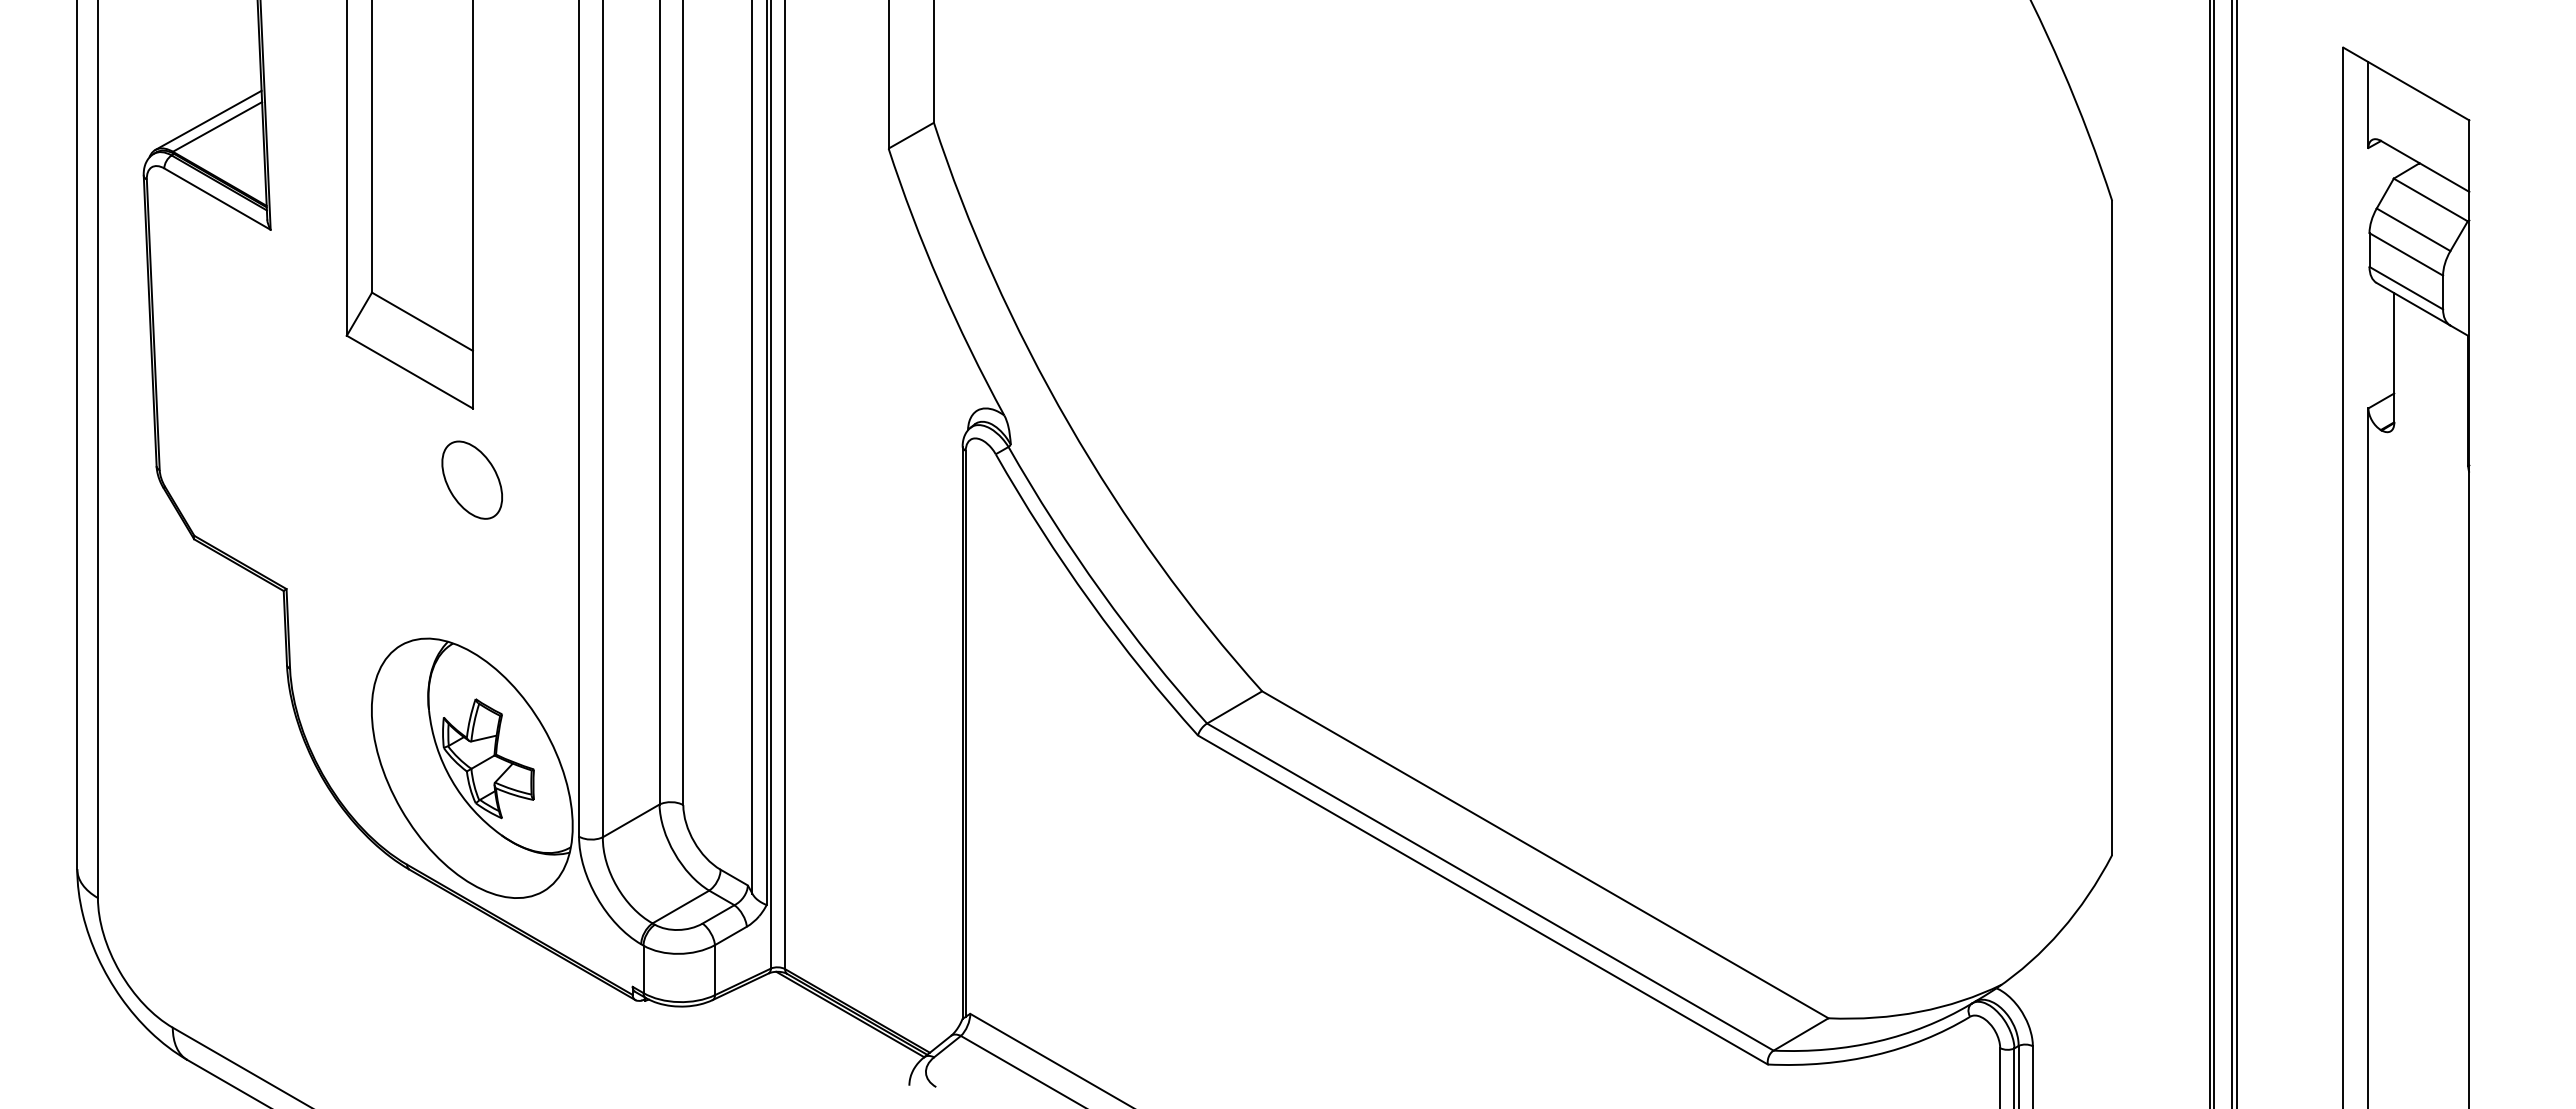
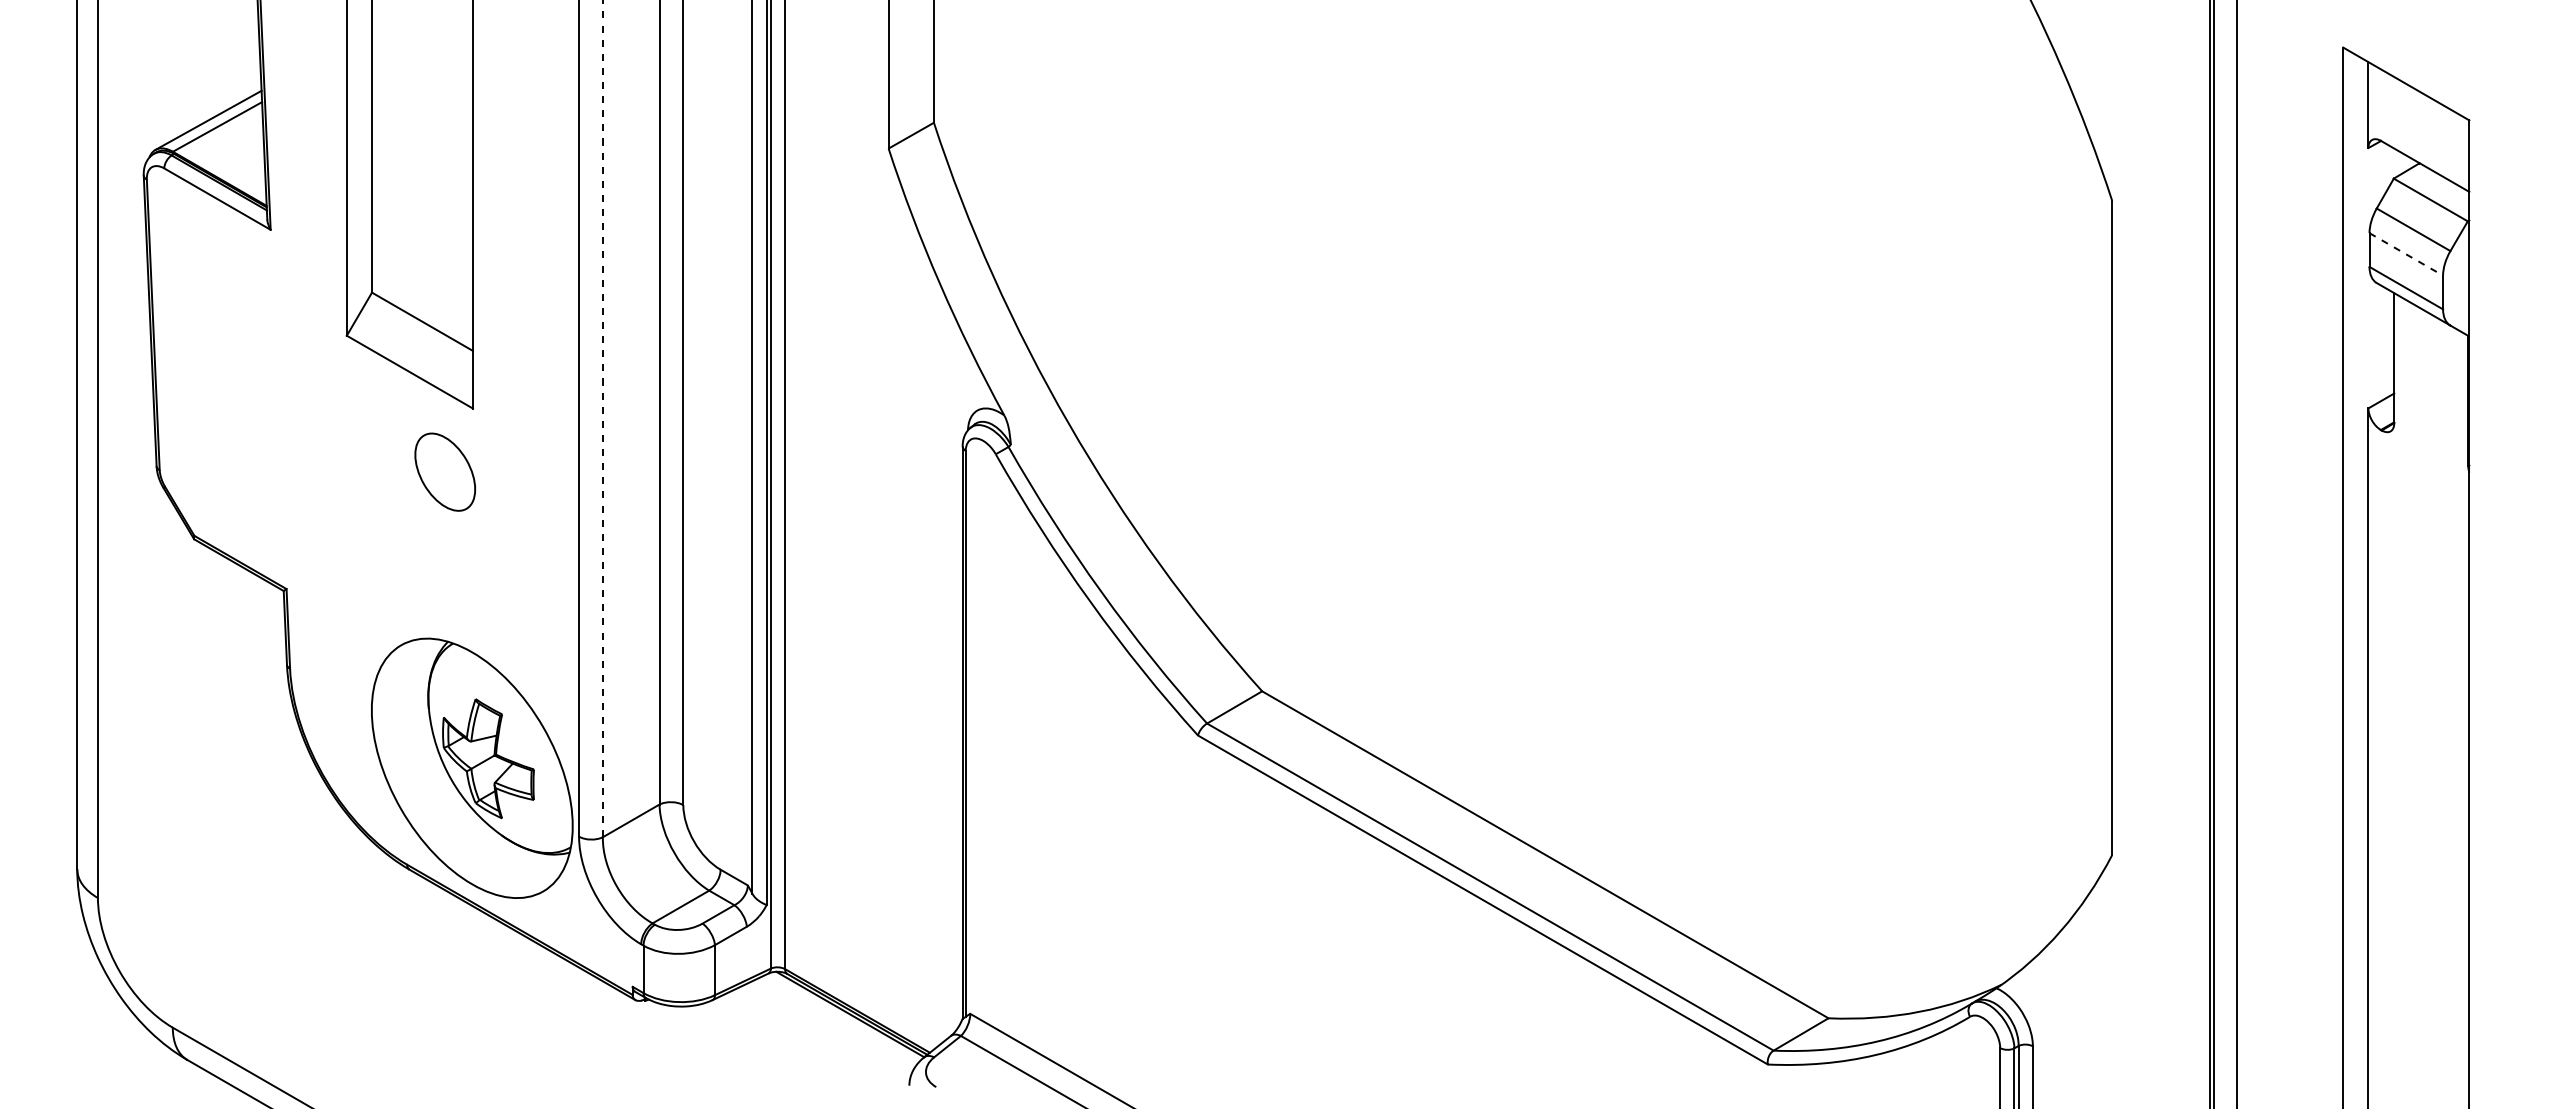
line at (2406, 254): solid -> dashed
line at (602, 418): solid -> dashed
part at (471, 479) position: (471, 479) -> (444, 471)
line at (2231, 553): present -> none
